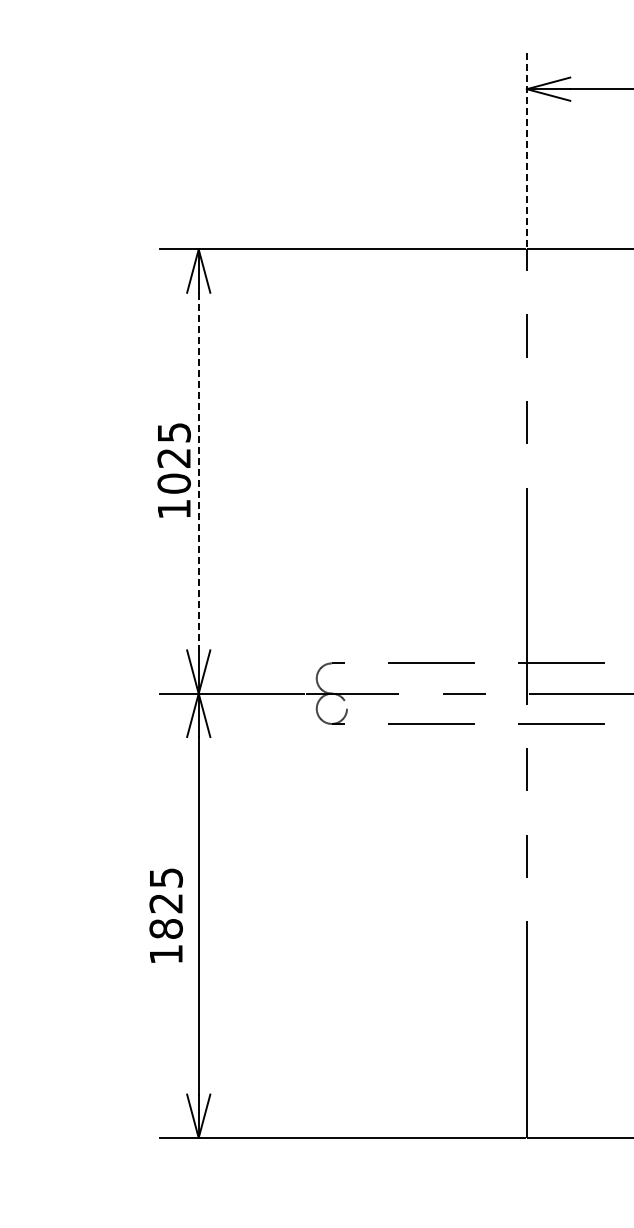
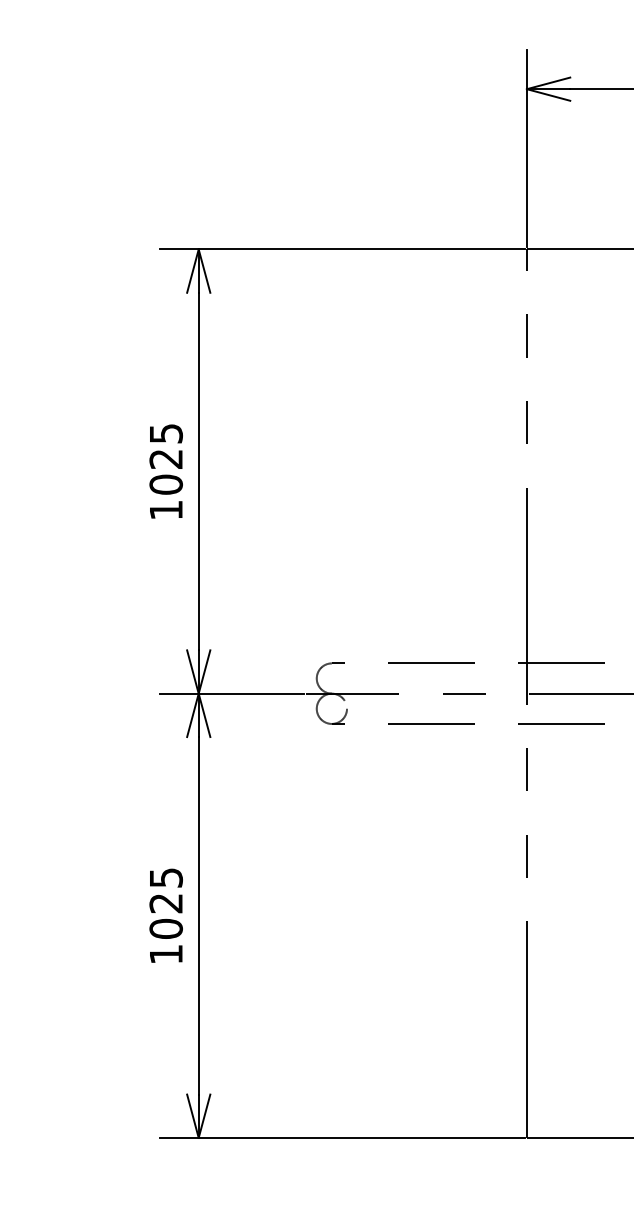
line at (526, 148): dashed -> solid
text at (173, 470) position: (173, 470) -> (165, 471)
line at (198, 471): dashed -> solid
text at (165, 928): 1825 -> 1025
